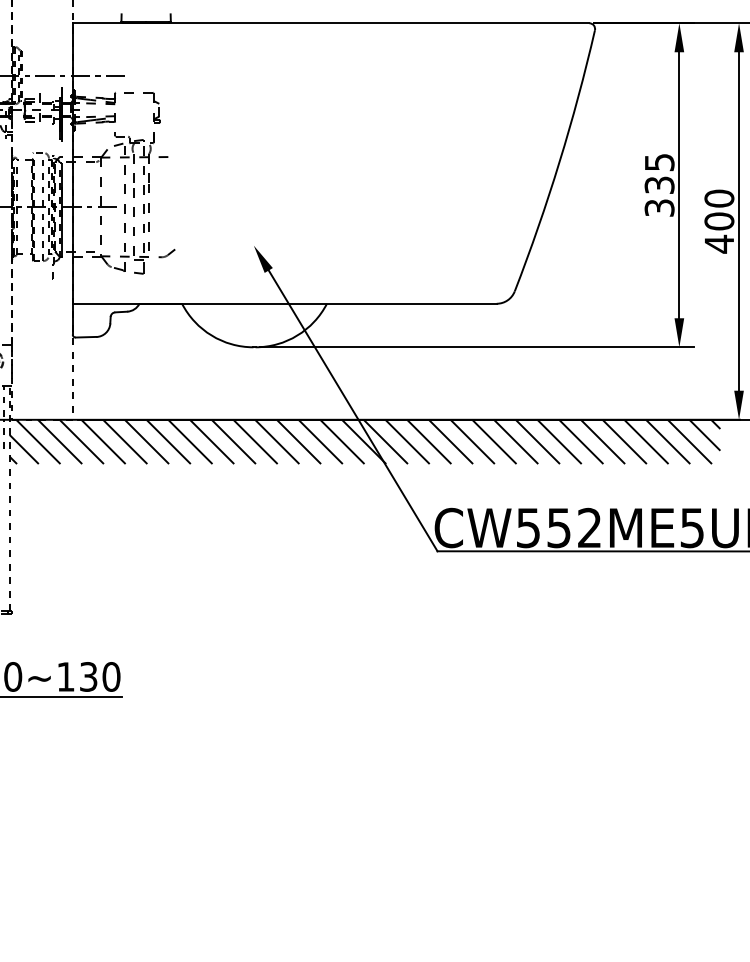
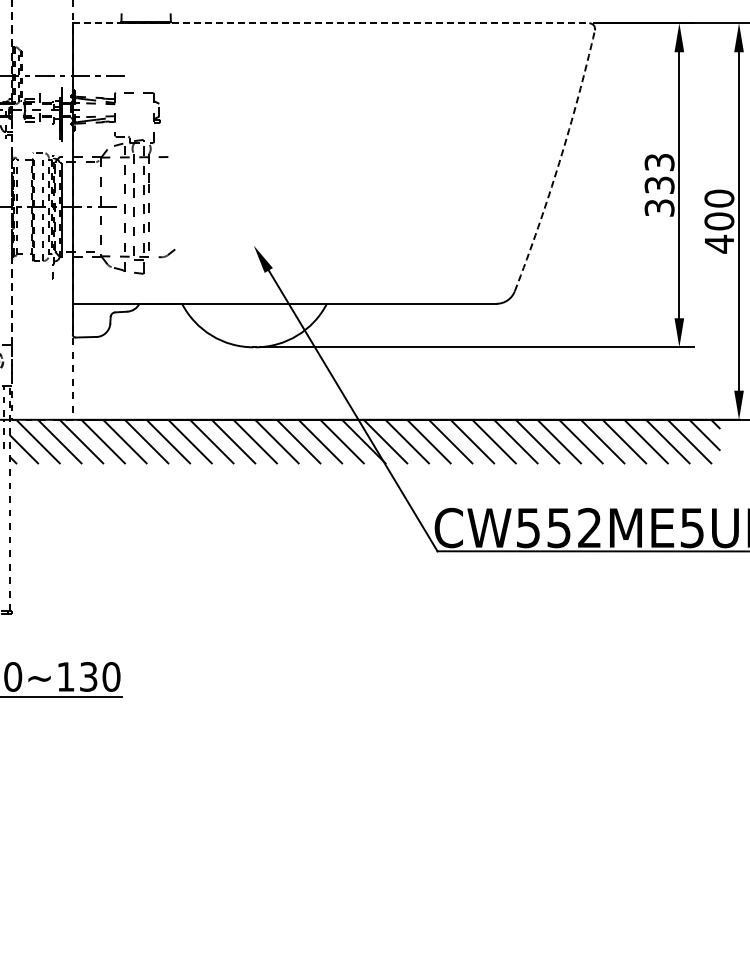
line at (331, 23): solid -> dashed
arc at (559, 162): solid -> dashed
text at (658, 162): 335 -> 333
